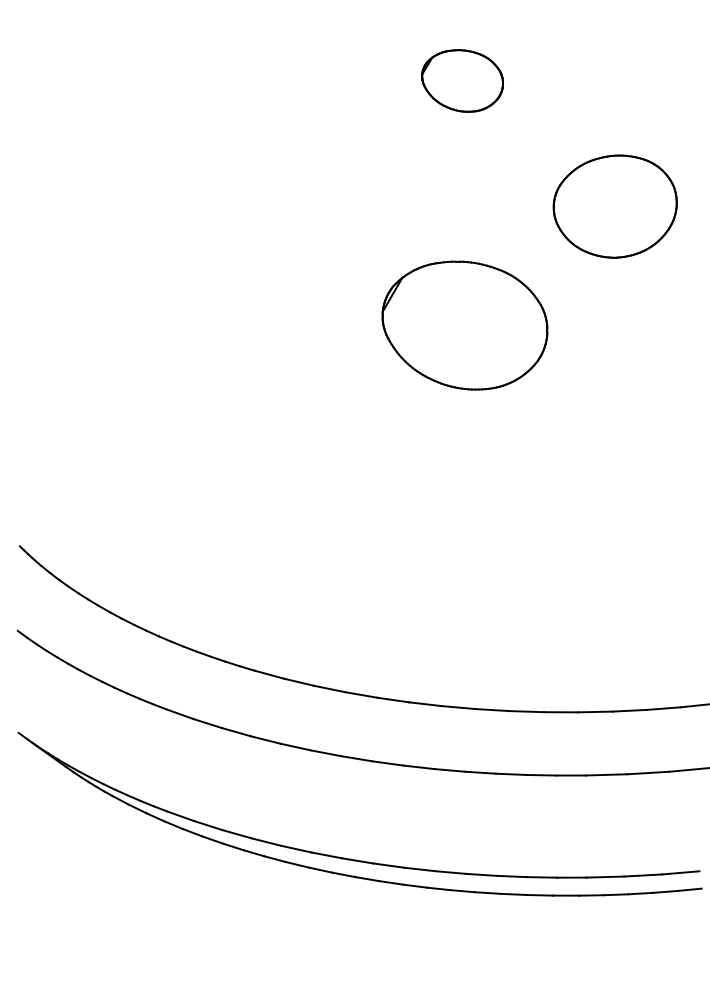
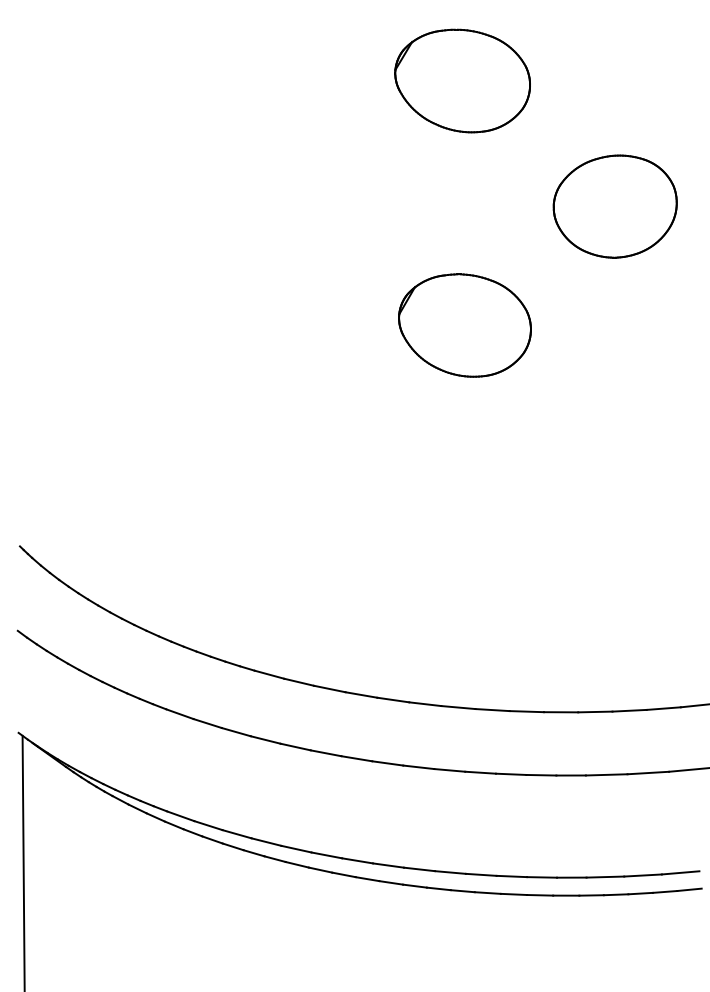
part at (462, 80) size: 83x64 px -> 137x106 px
part at (464, 325) size: 168x131 px -> 134x105 px
line at (23, 861): none -> present
